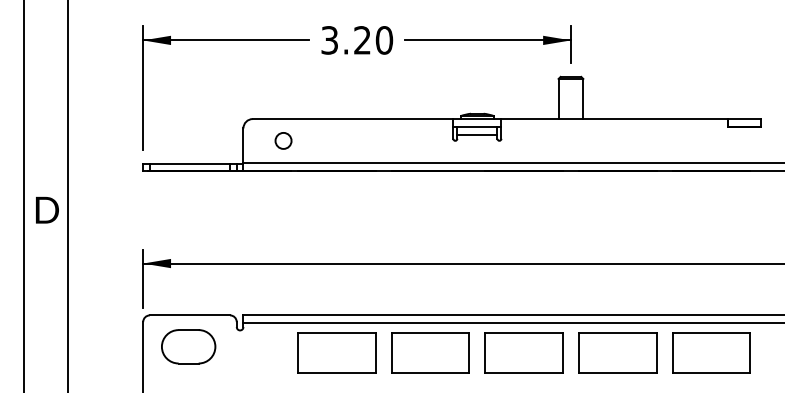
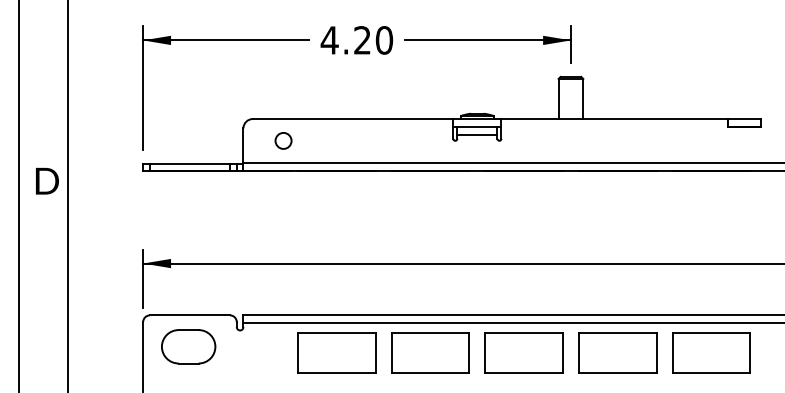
text at (329, 40): 3.20 -> 4.20
line at (23, 195) position: (23, 195) -> (18, 195)
text at (47, 209) position: (47, 209) -> (47, 180)
